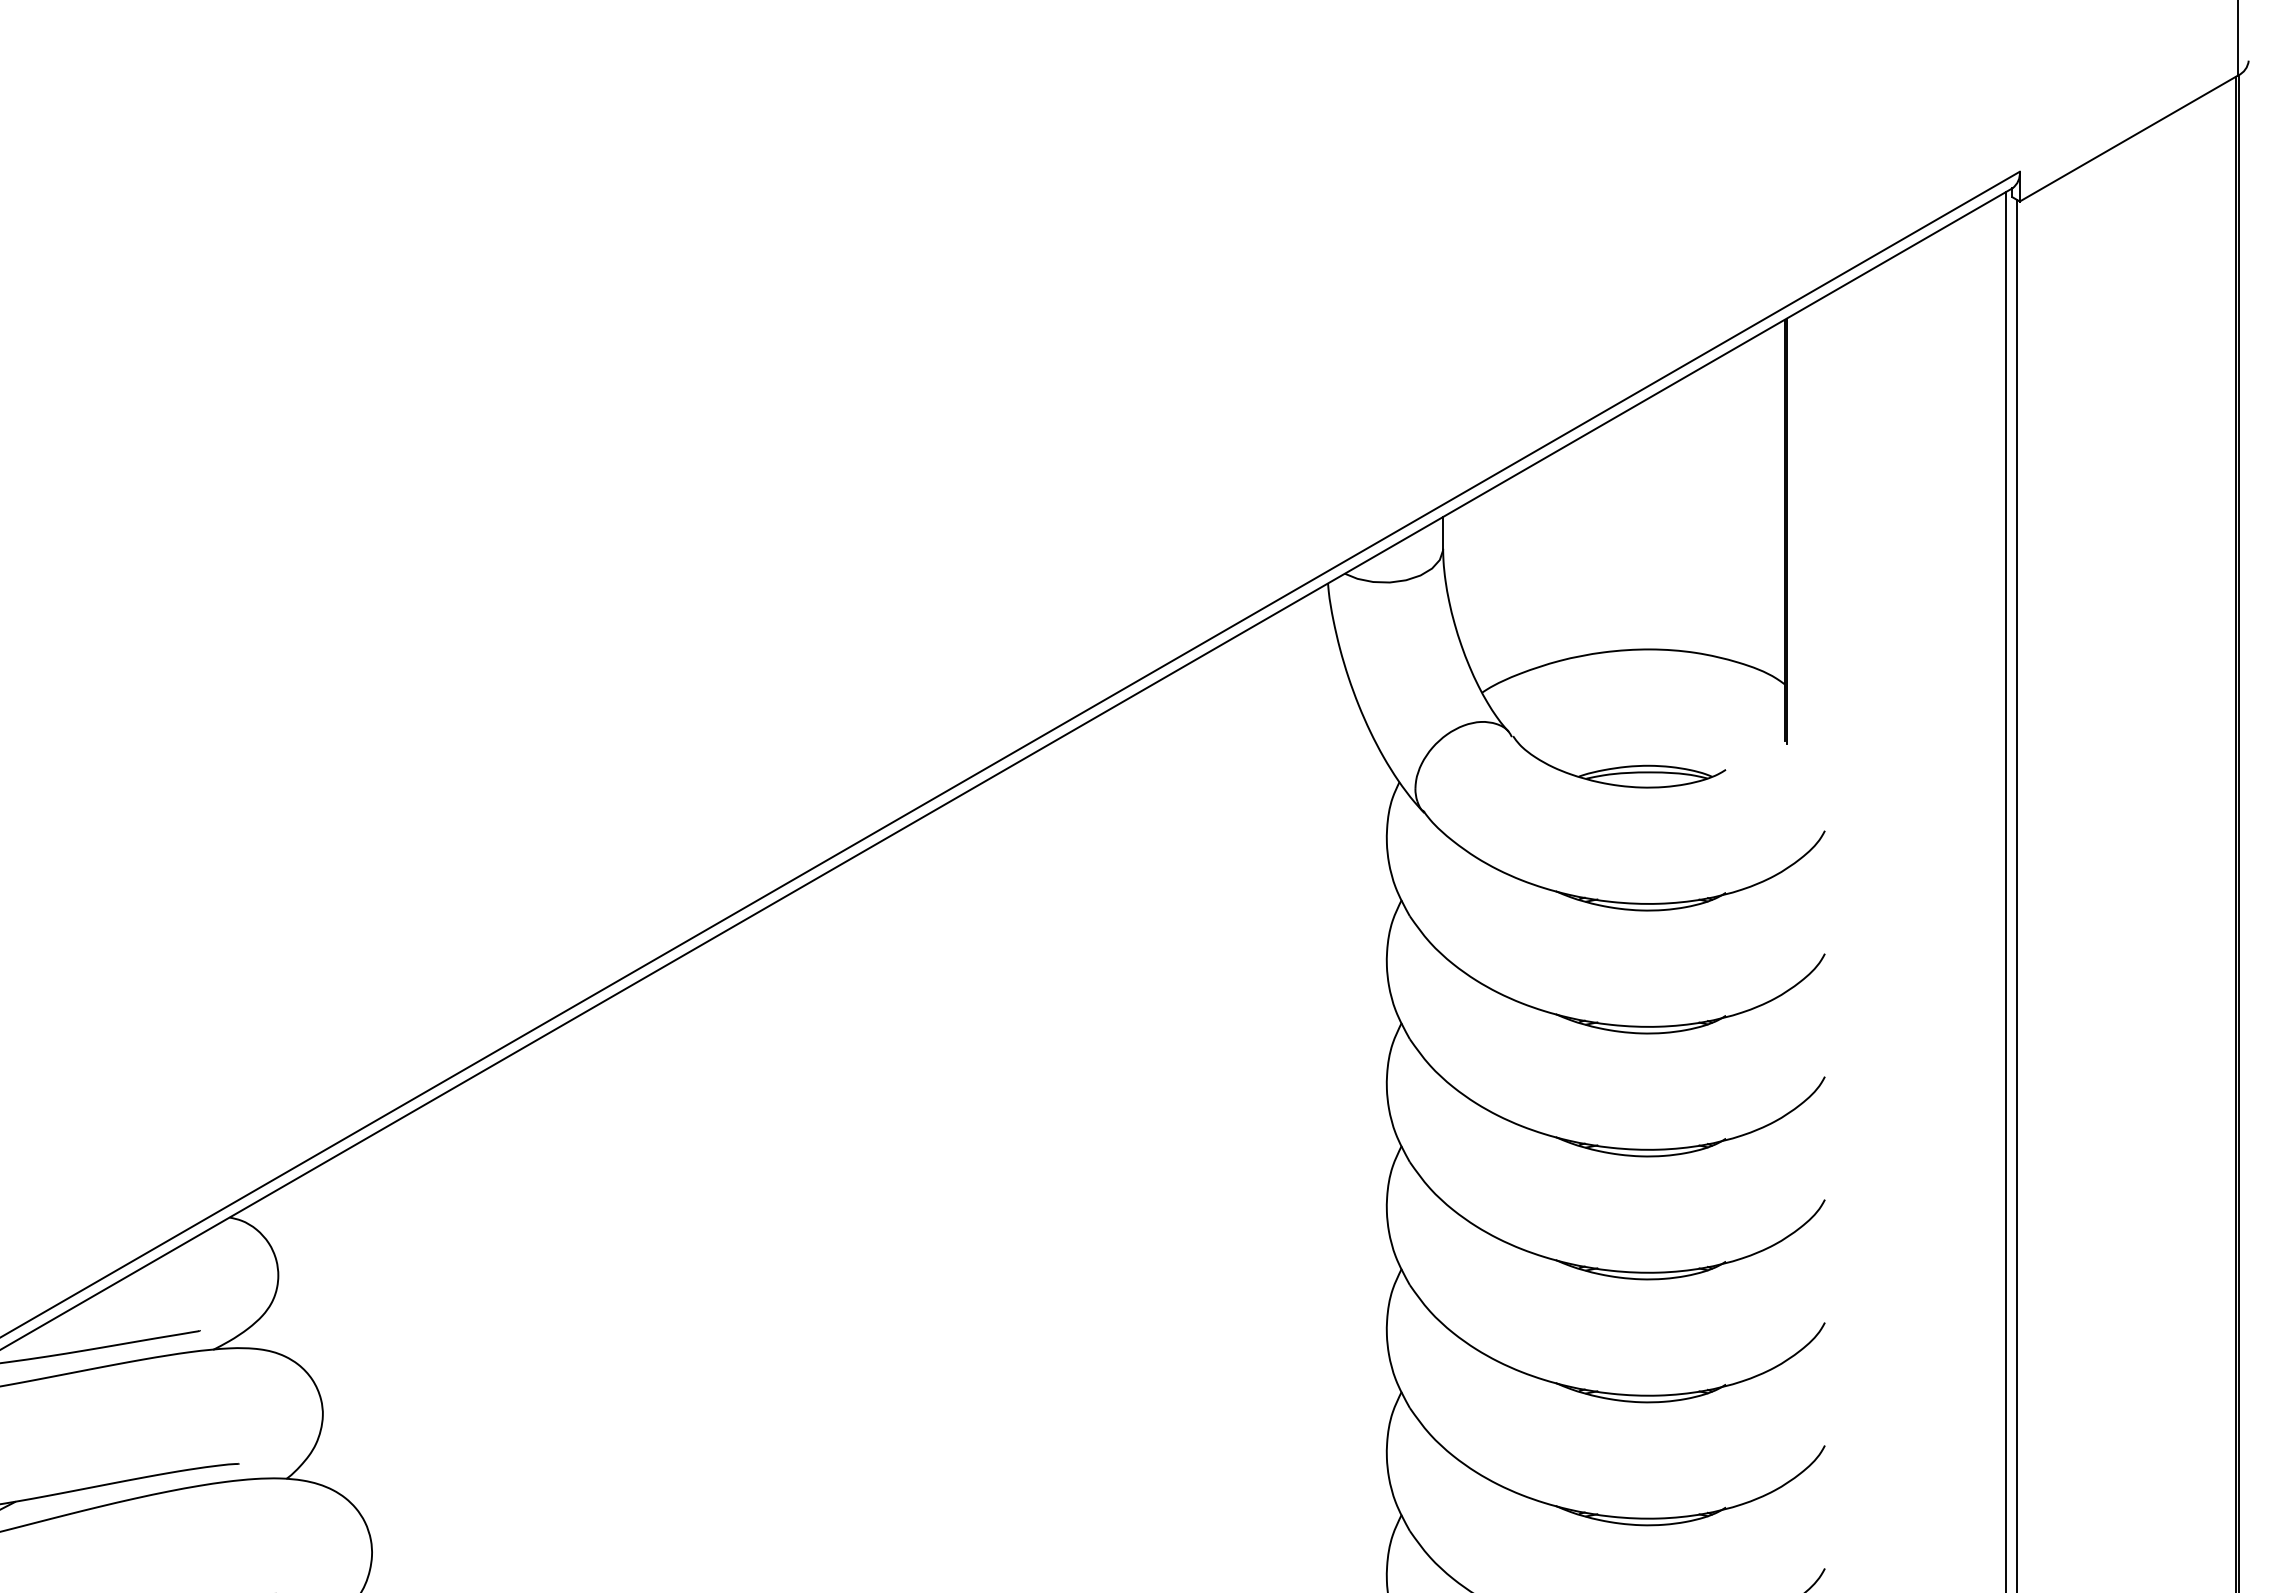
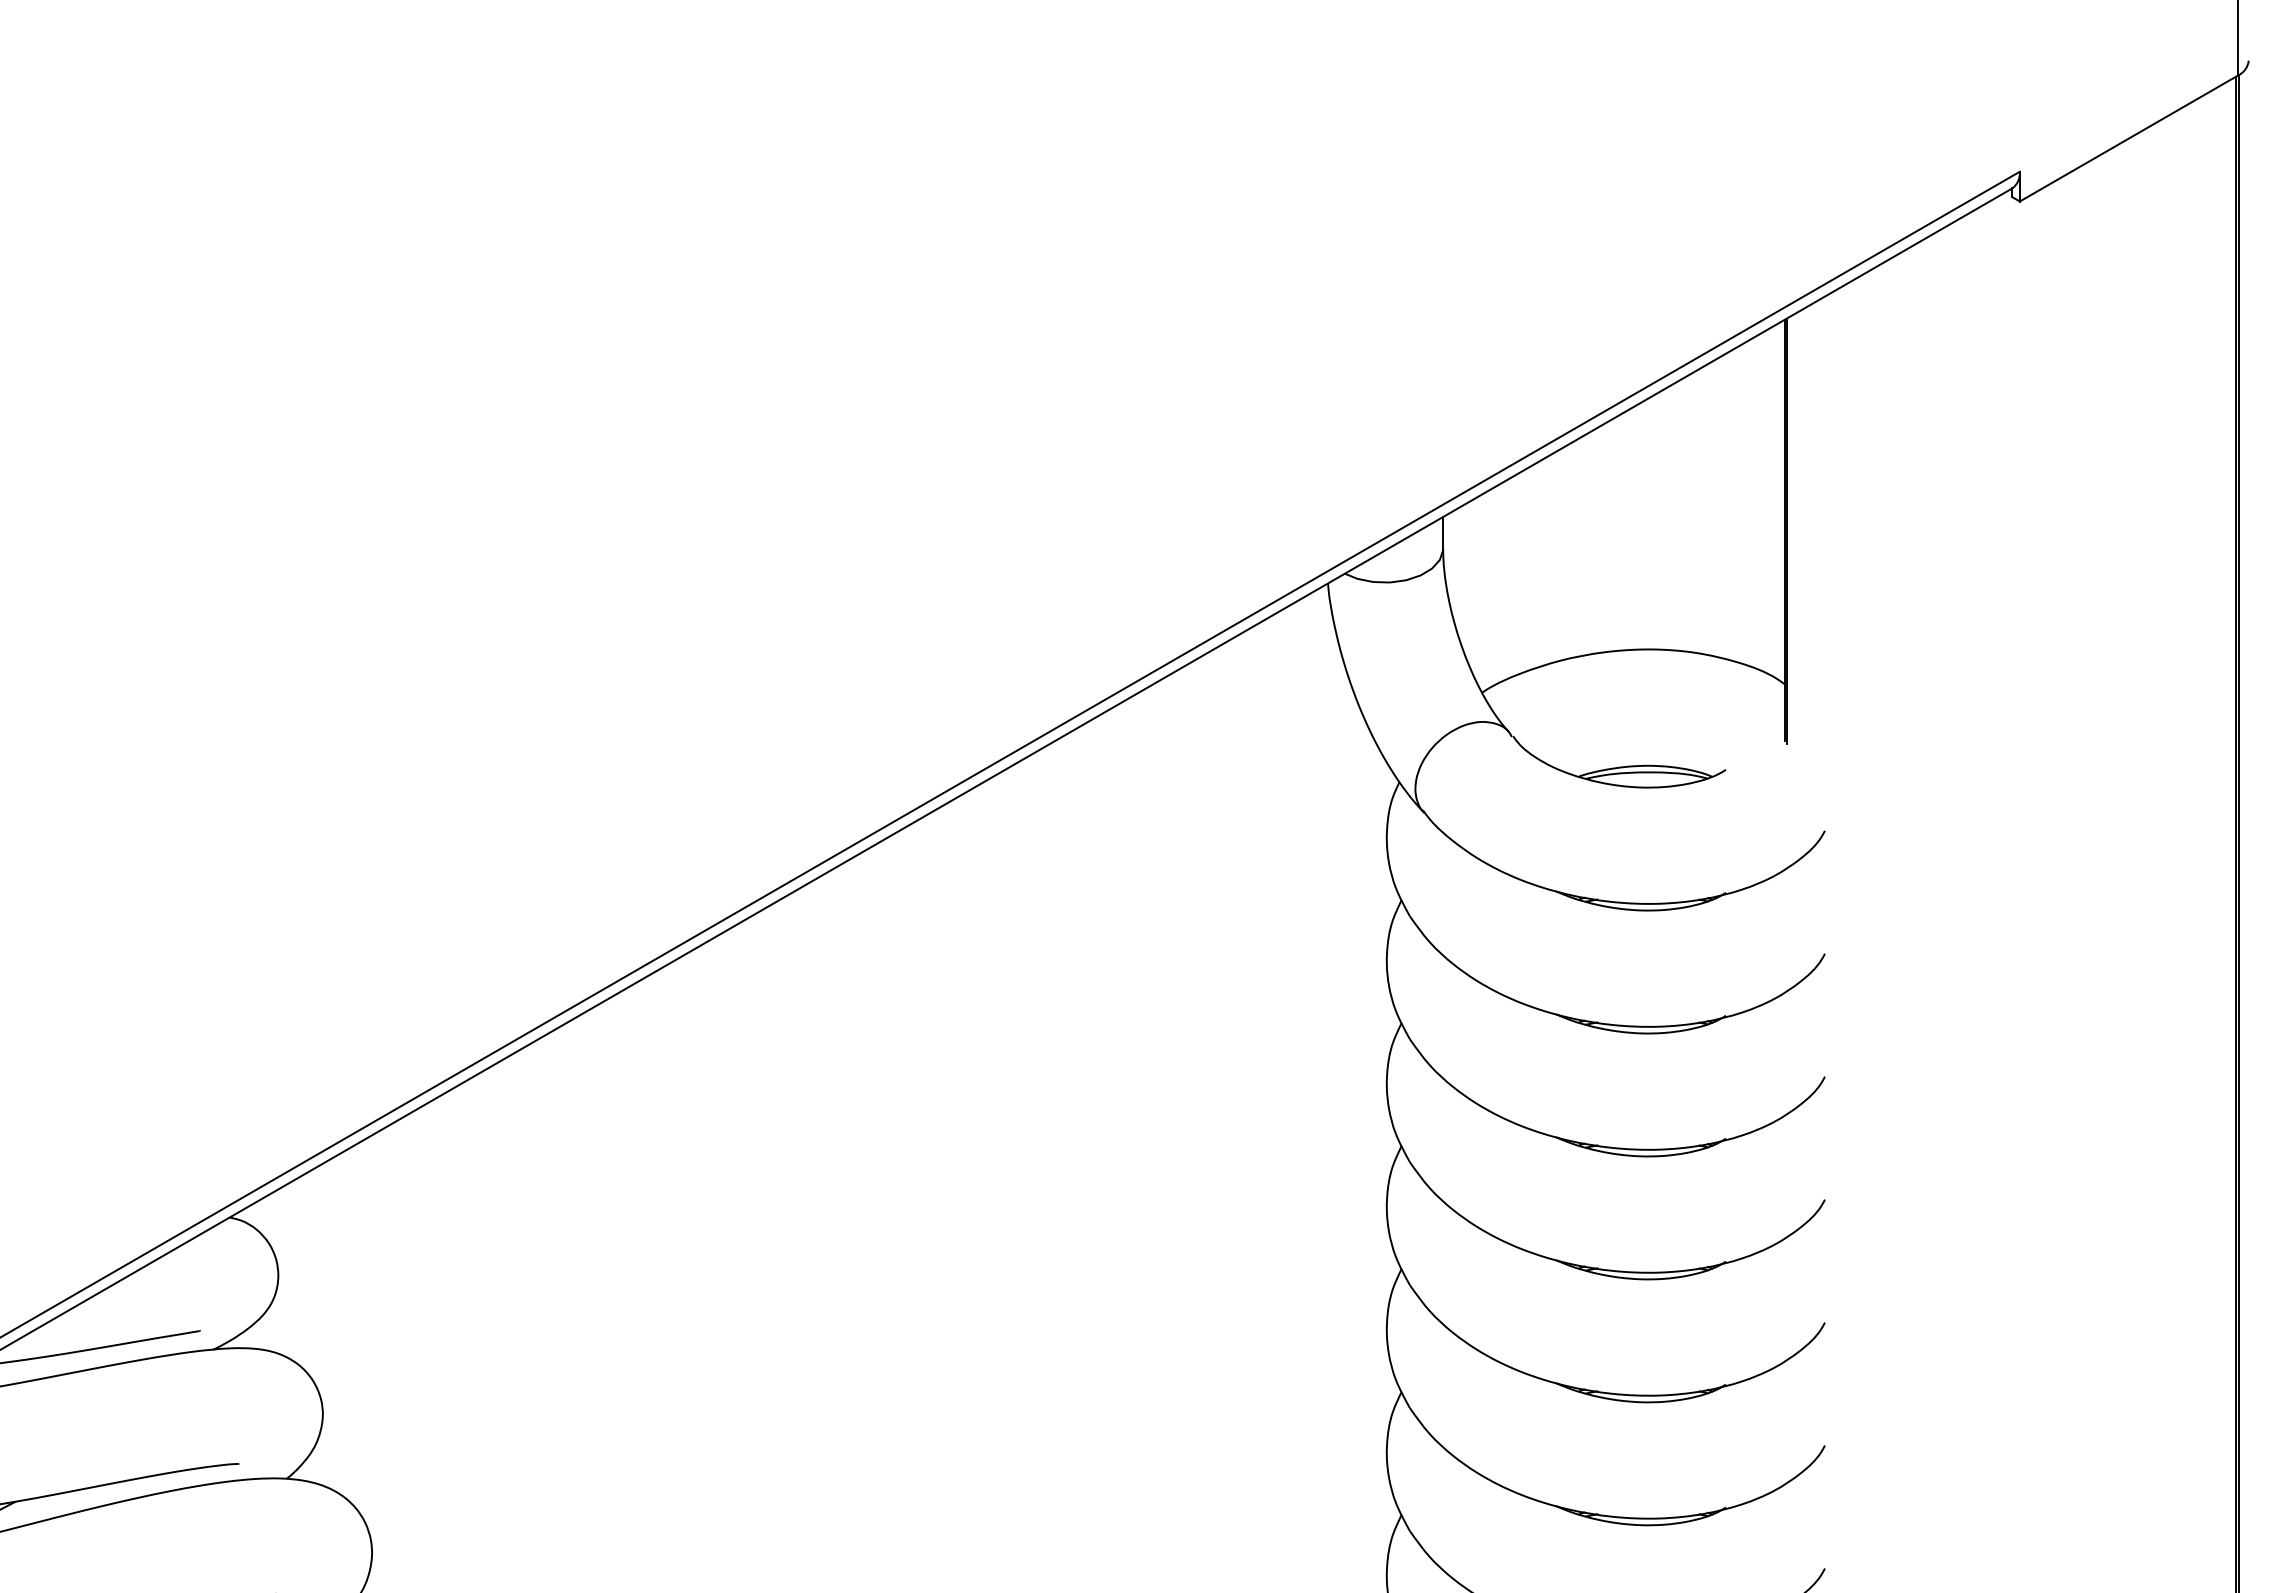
line at (2006, 890): present -> none
line at (2017, 894): present -> none
